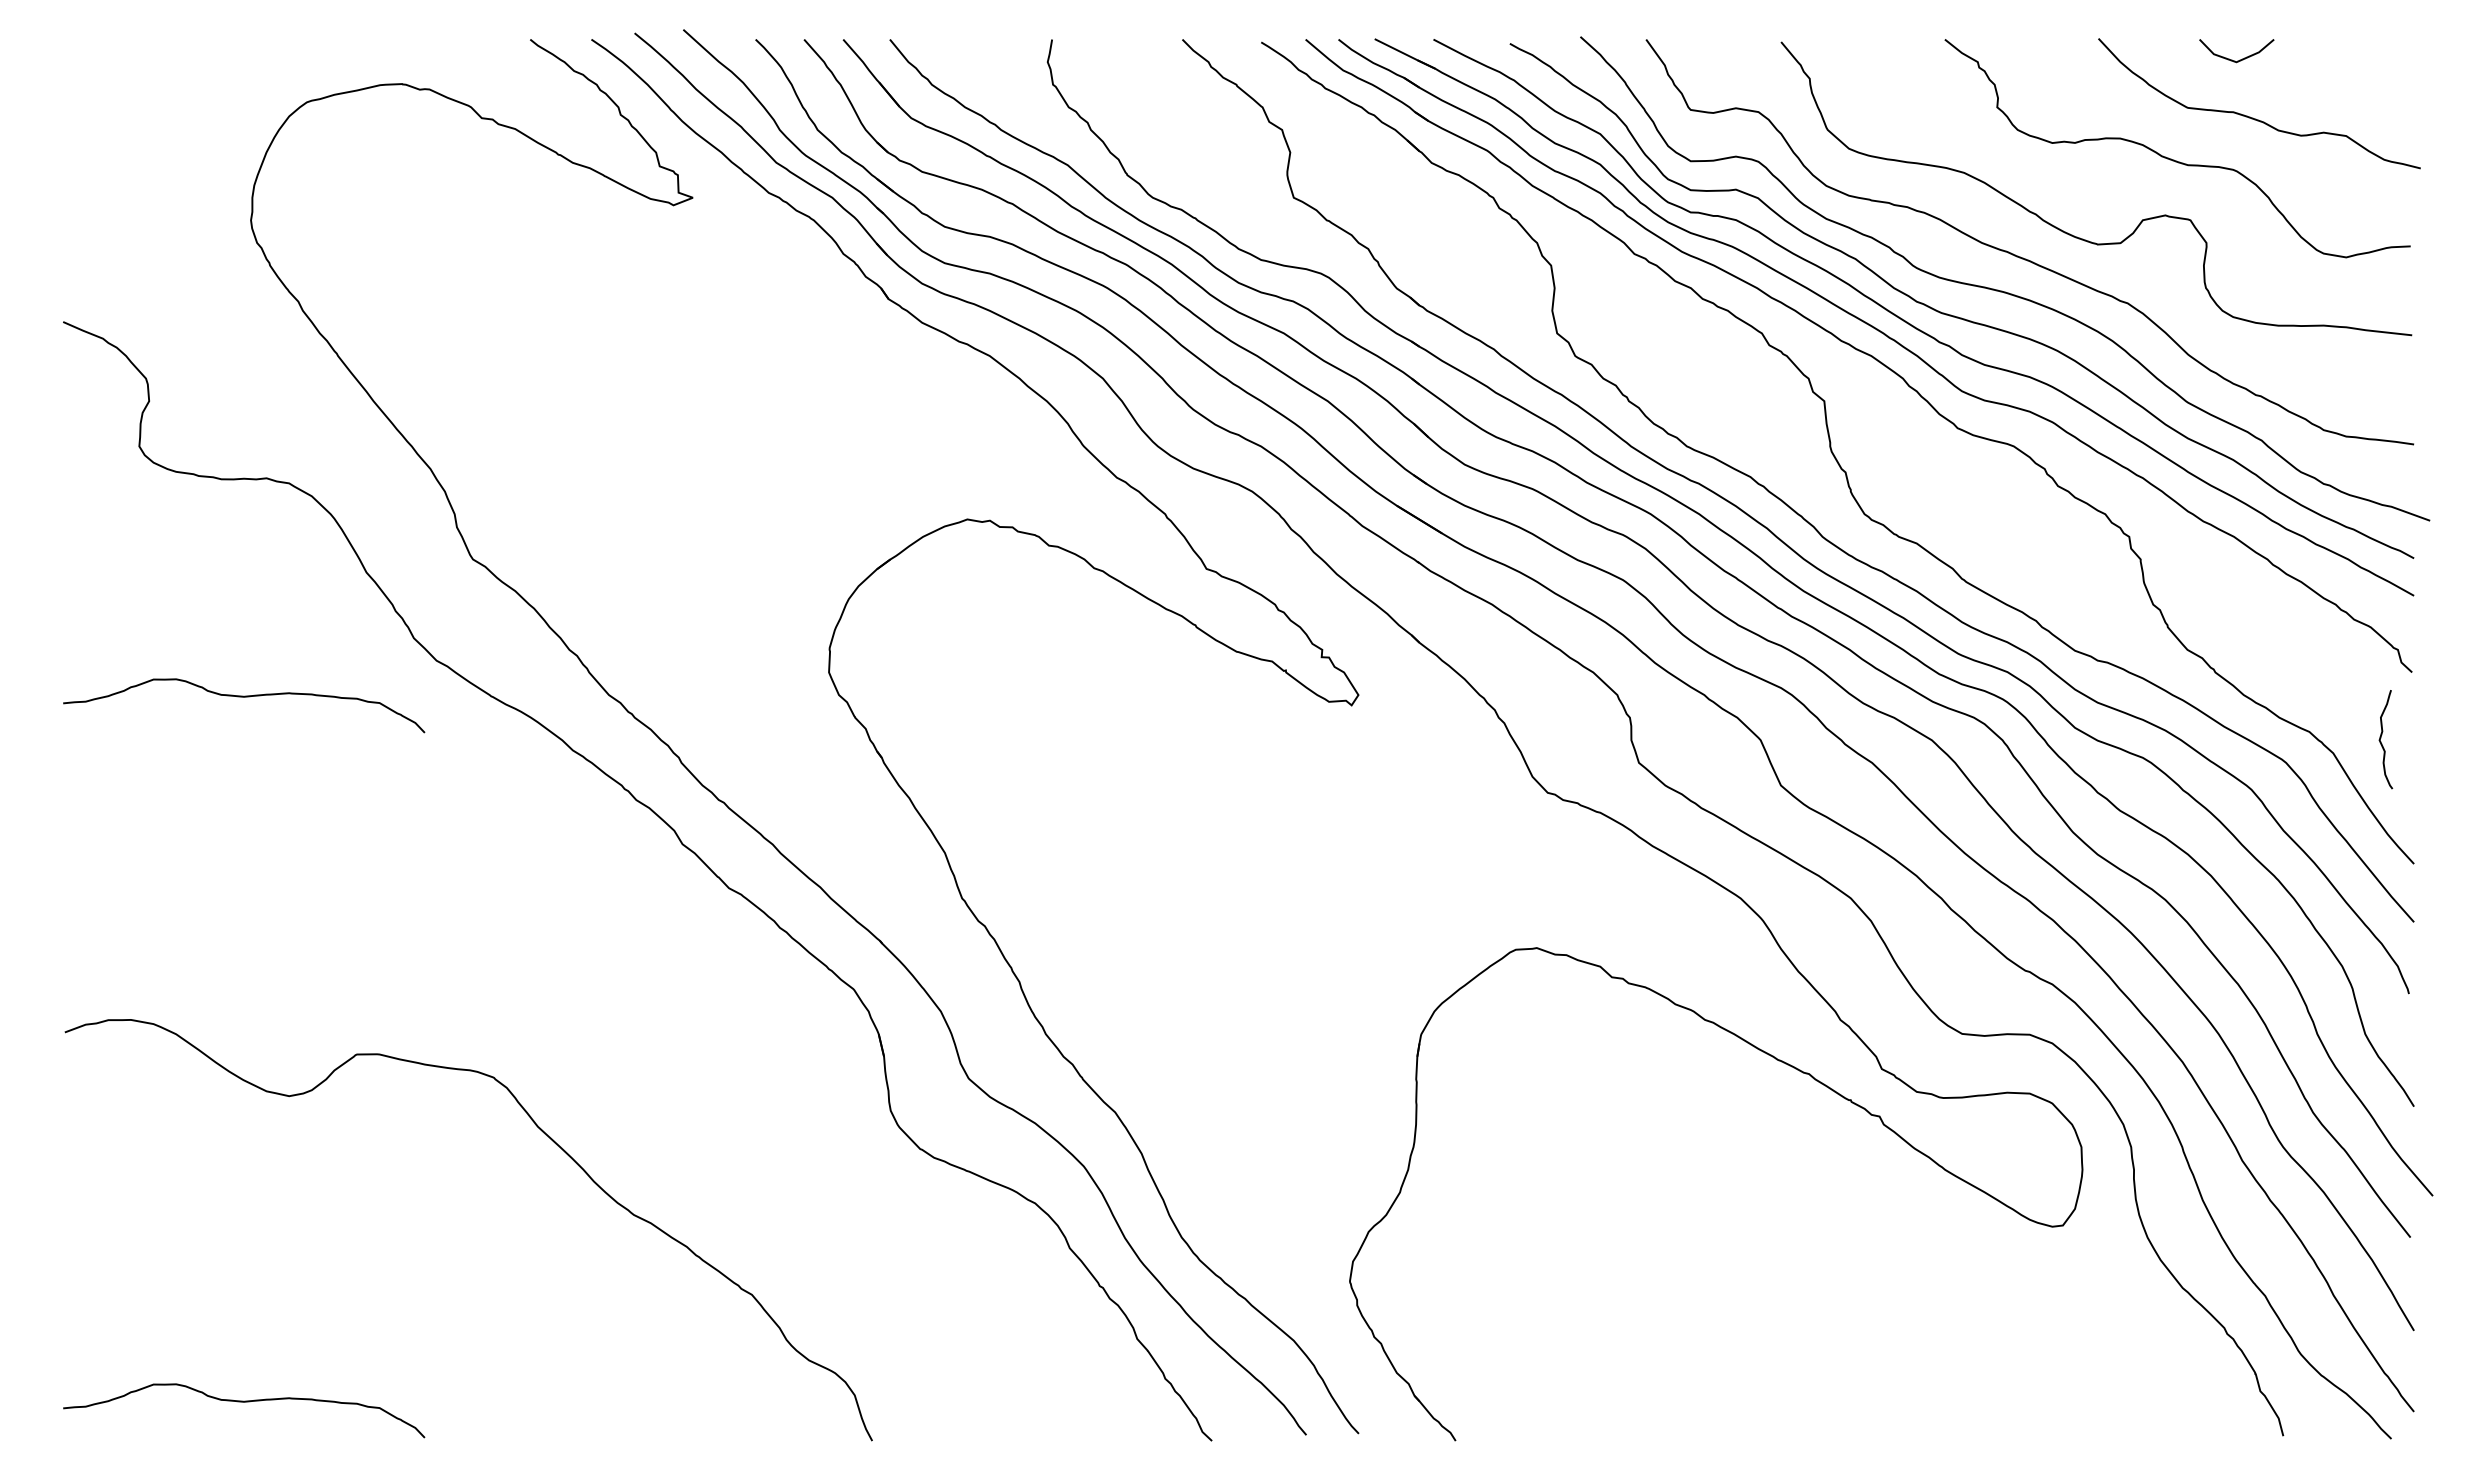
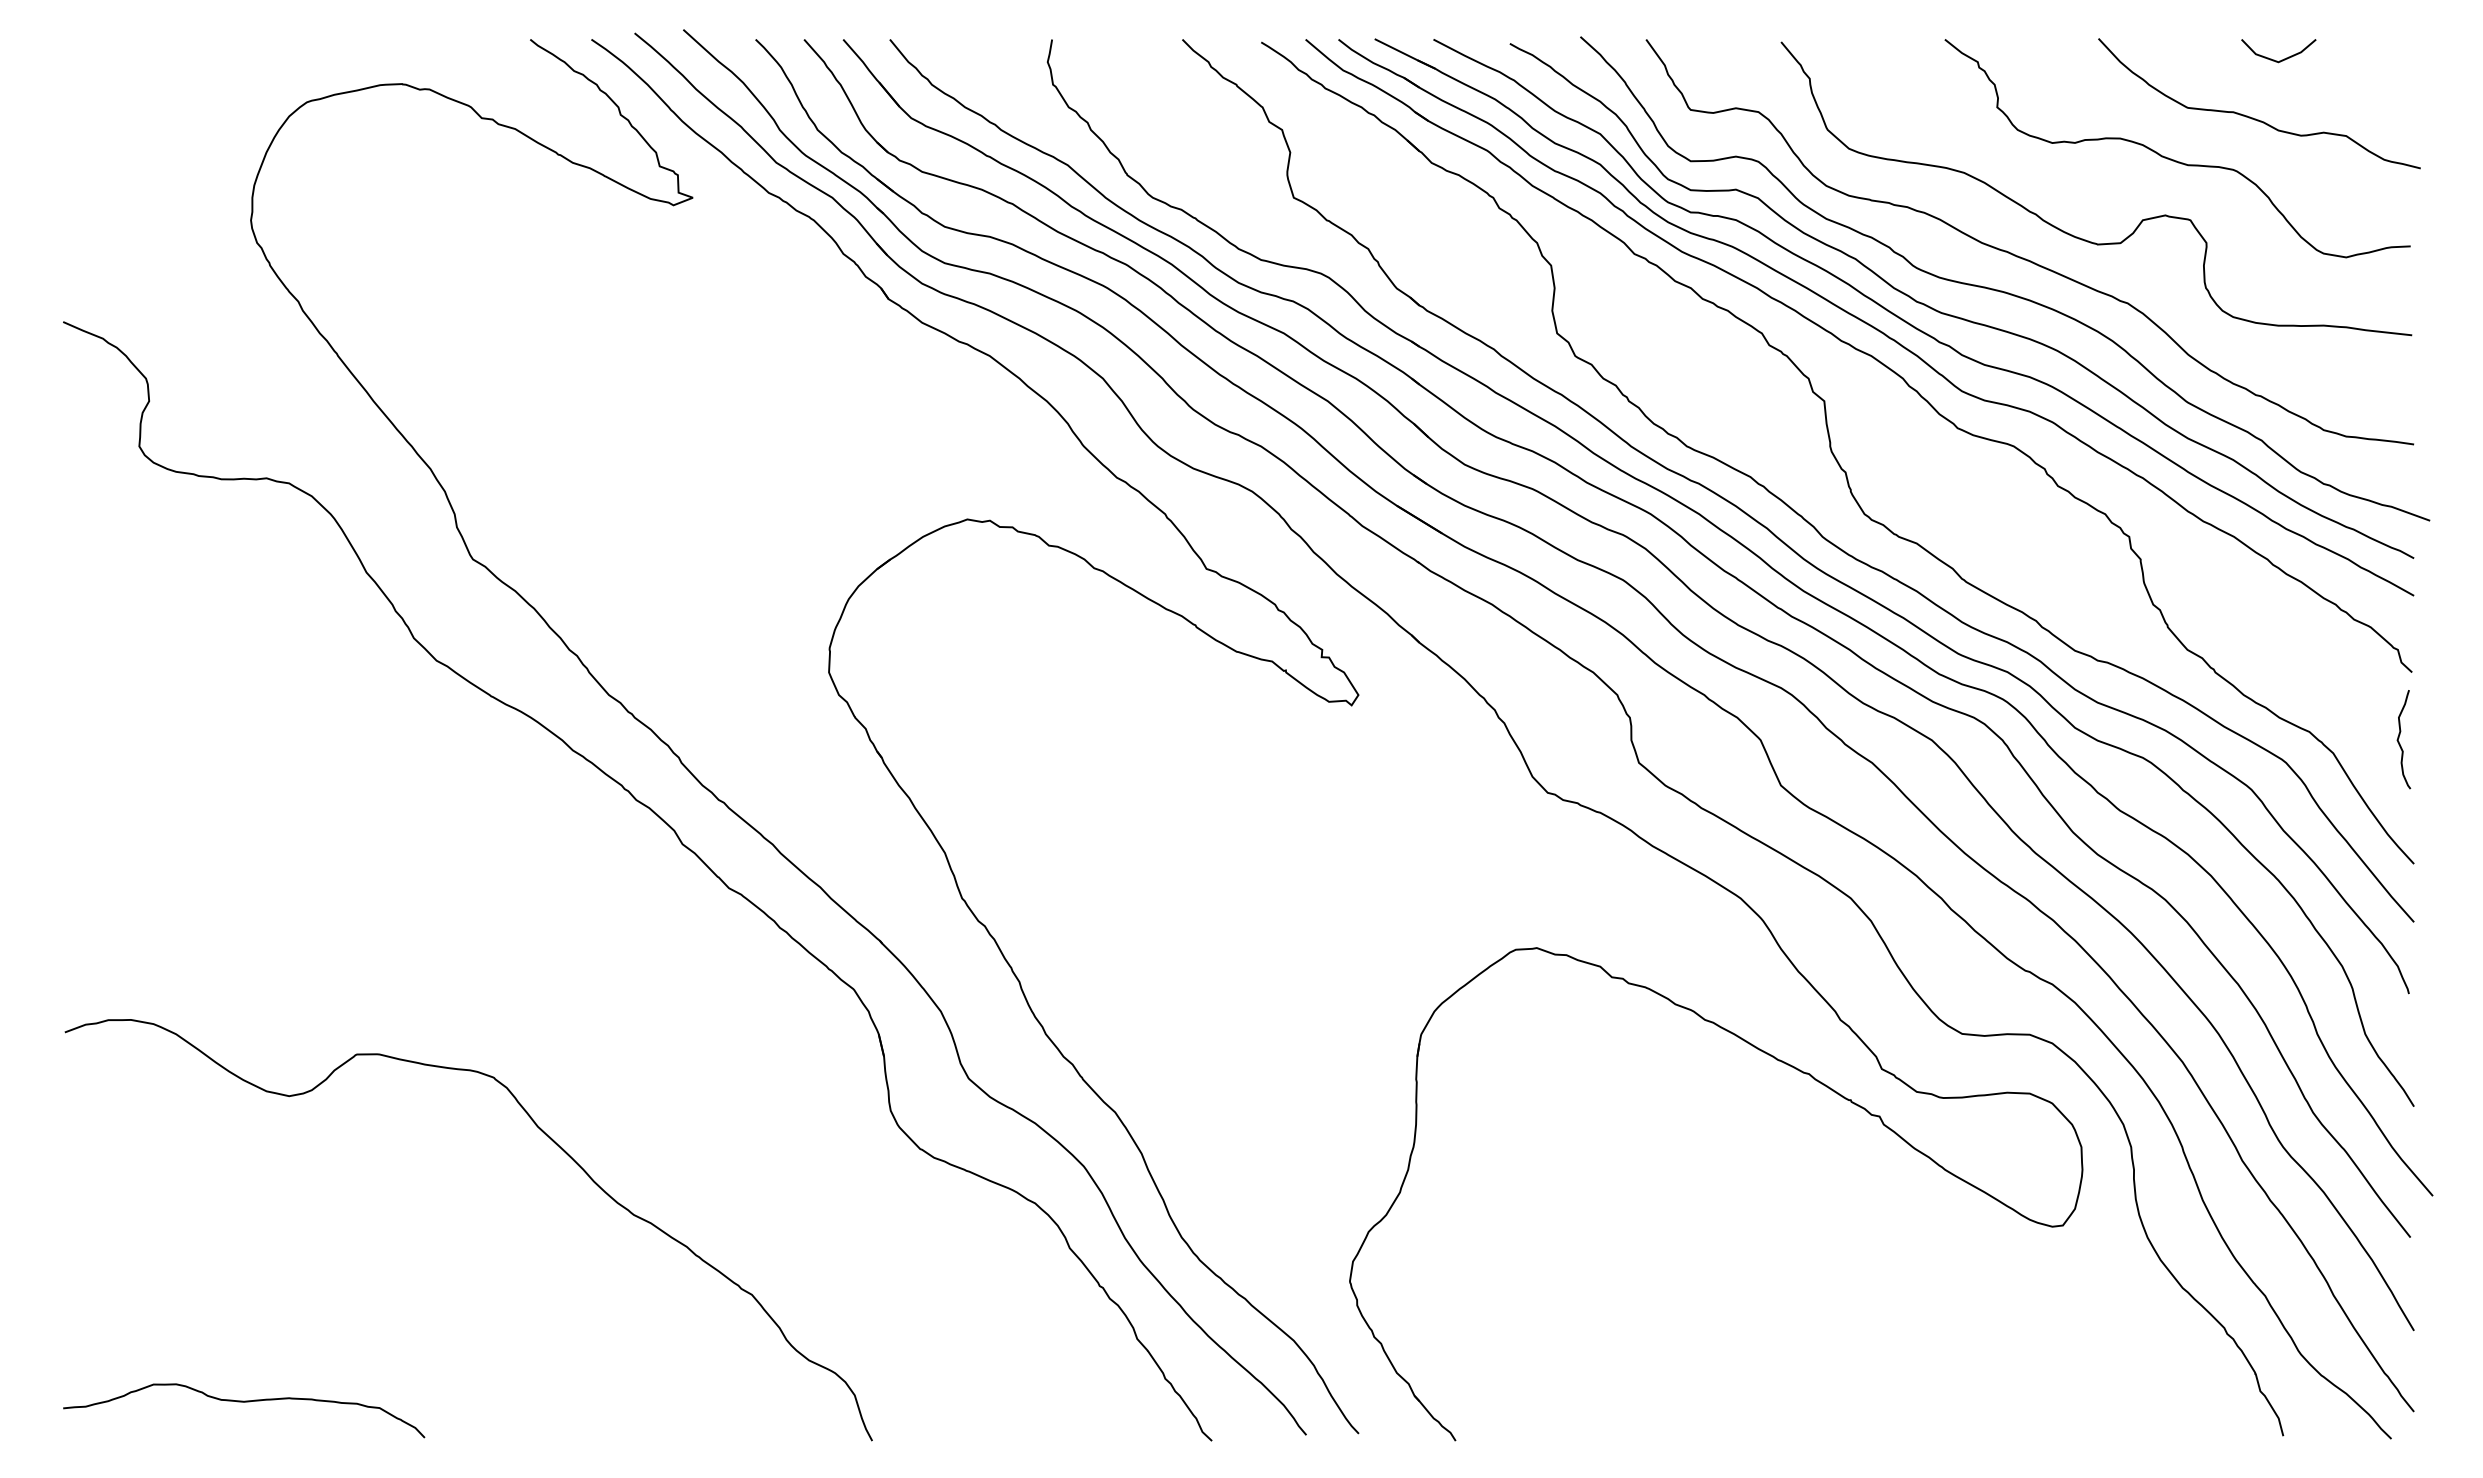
line at (2239, 59) position: (2239, 59) -> (2281, 59)
curve at (244, 697): present -> none
curve at (2381, 738) position: (2381, 738) -> (2399, 738)
